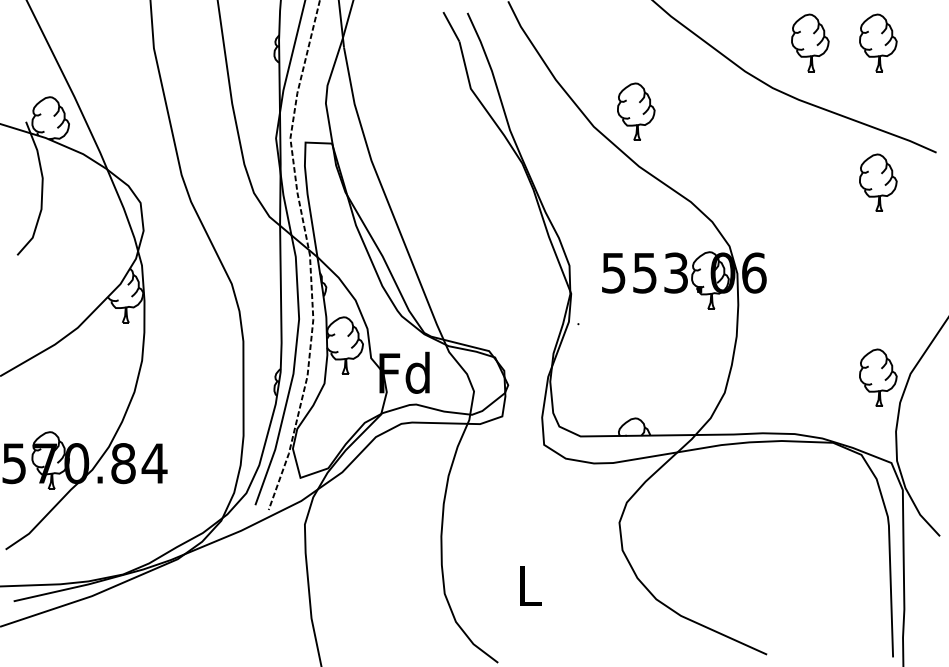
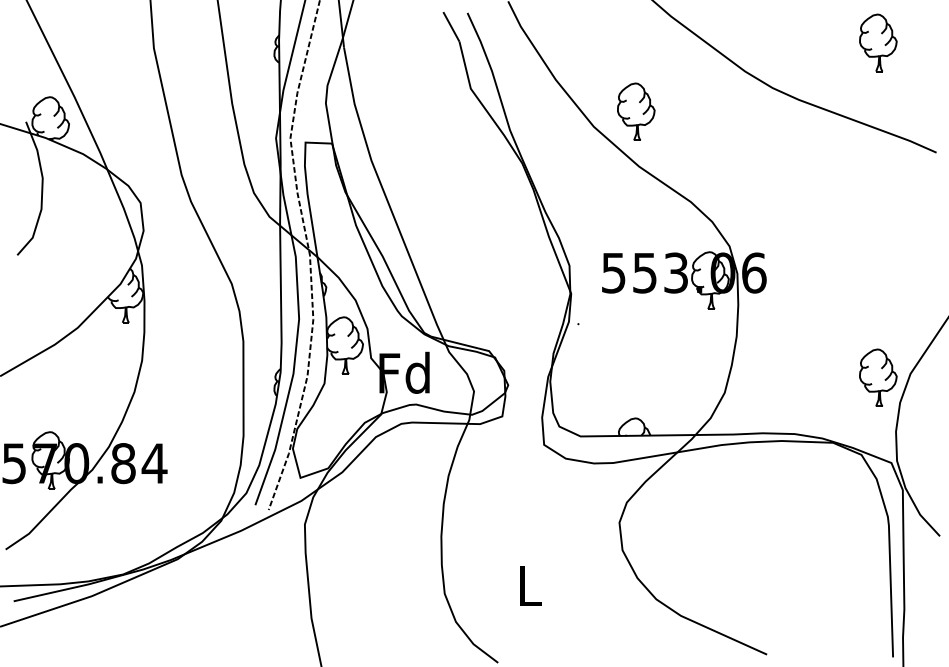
part at (810, 42): present -> none
part at (878, 182): present -> none
